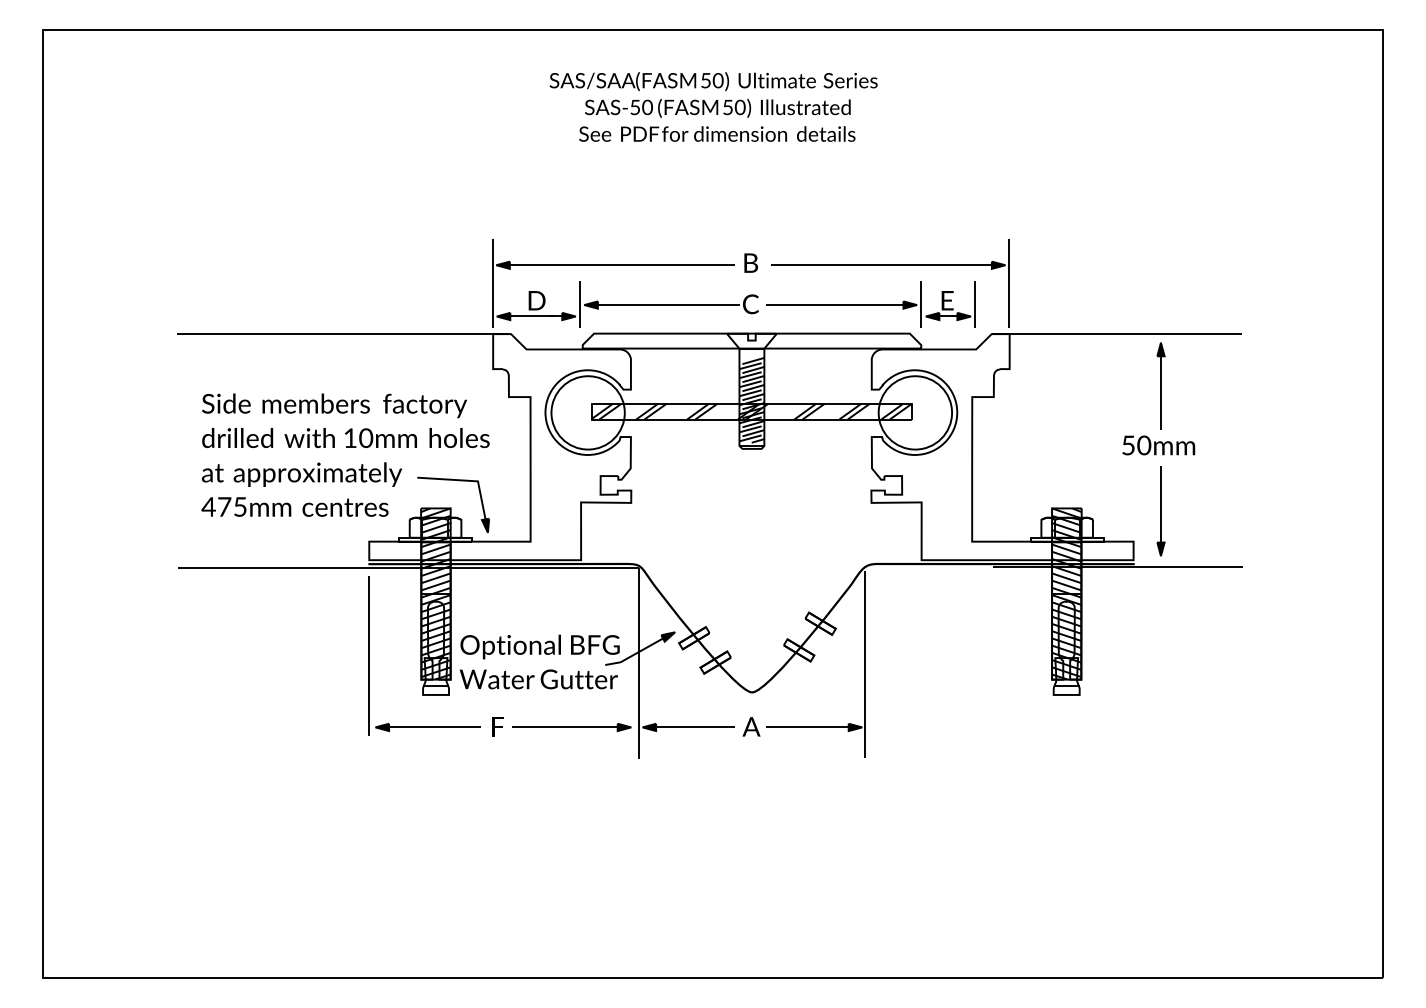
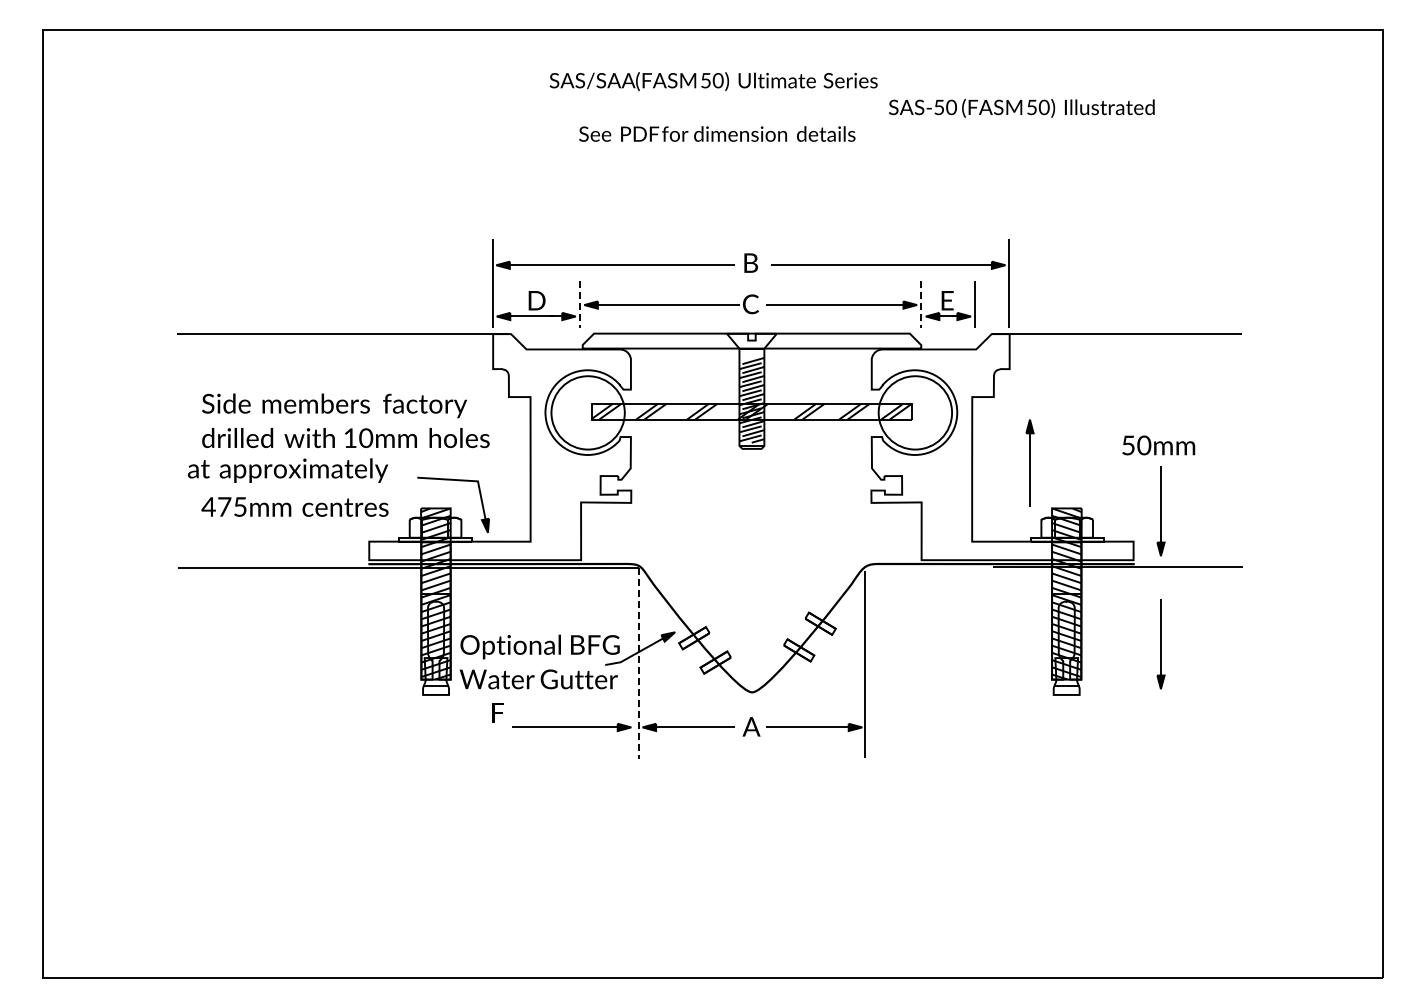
text at (717, 108) position: (717, 108) -> (1021, 108)
line at (579, 305): solid -> dashed
line at (921, 305): solid -> dashed
part at (1160, 385) position: (1160, 385) -> (1029, 462)
text at (302, 474) position: (302, 474) -> (288, 470)
part at (1160, 644): none -> present
part at (369, 655): present -> none
line at (638, 664): solid -> dashed
text at (497, 726) position: (497, 726) -> (497, 712)
